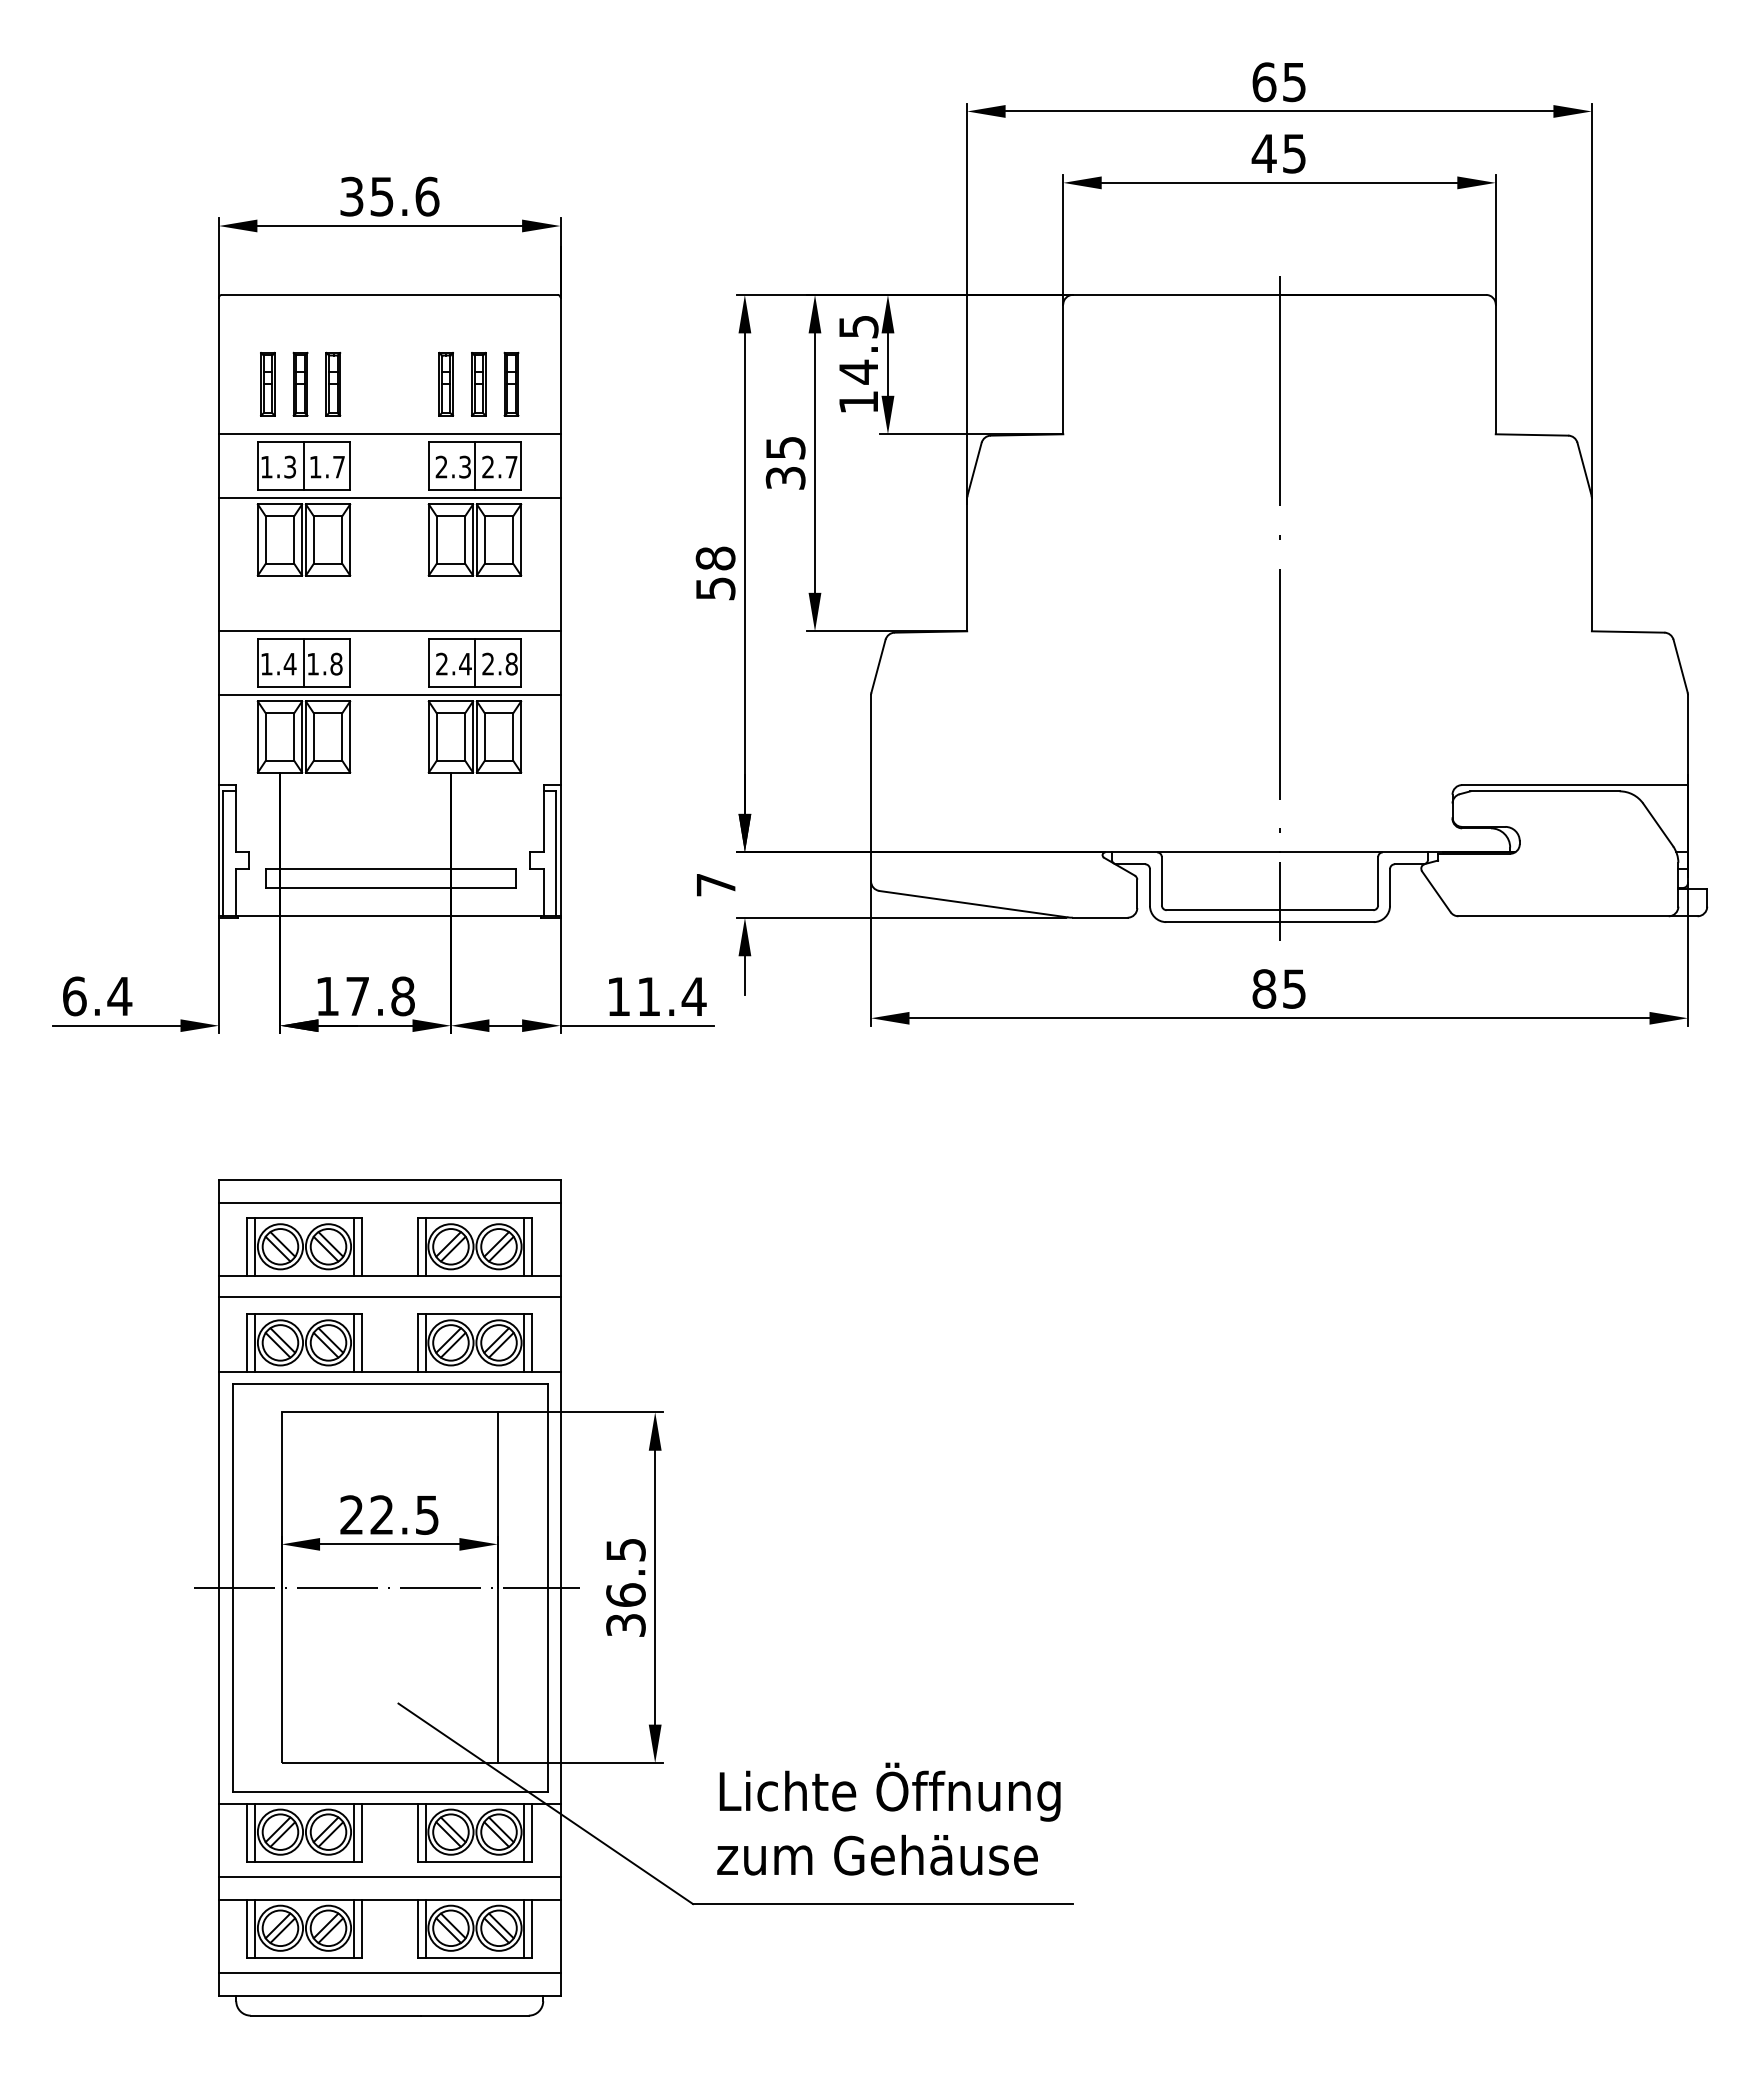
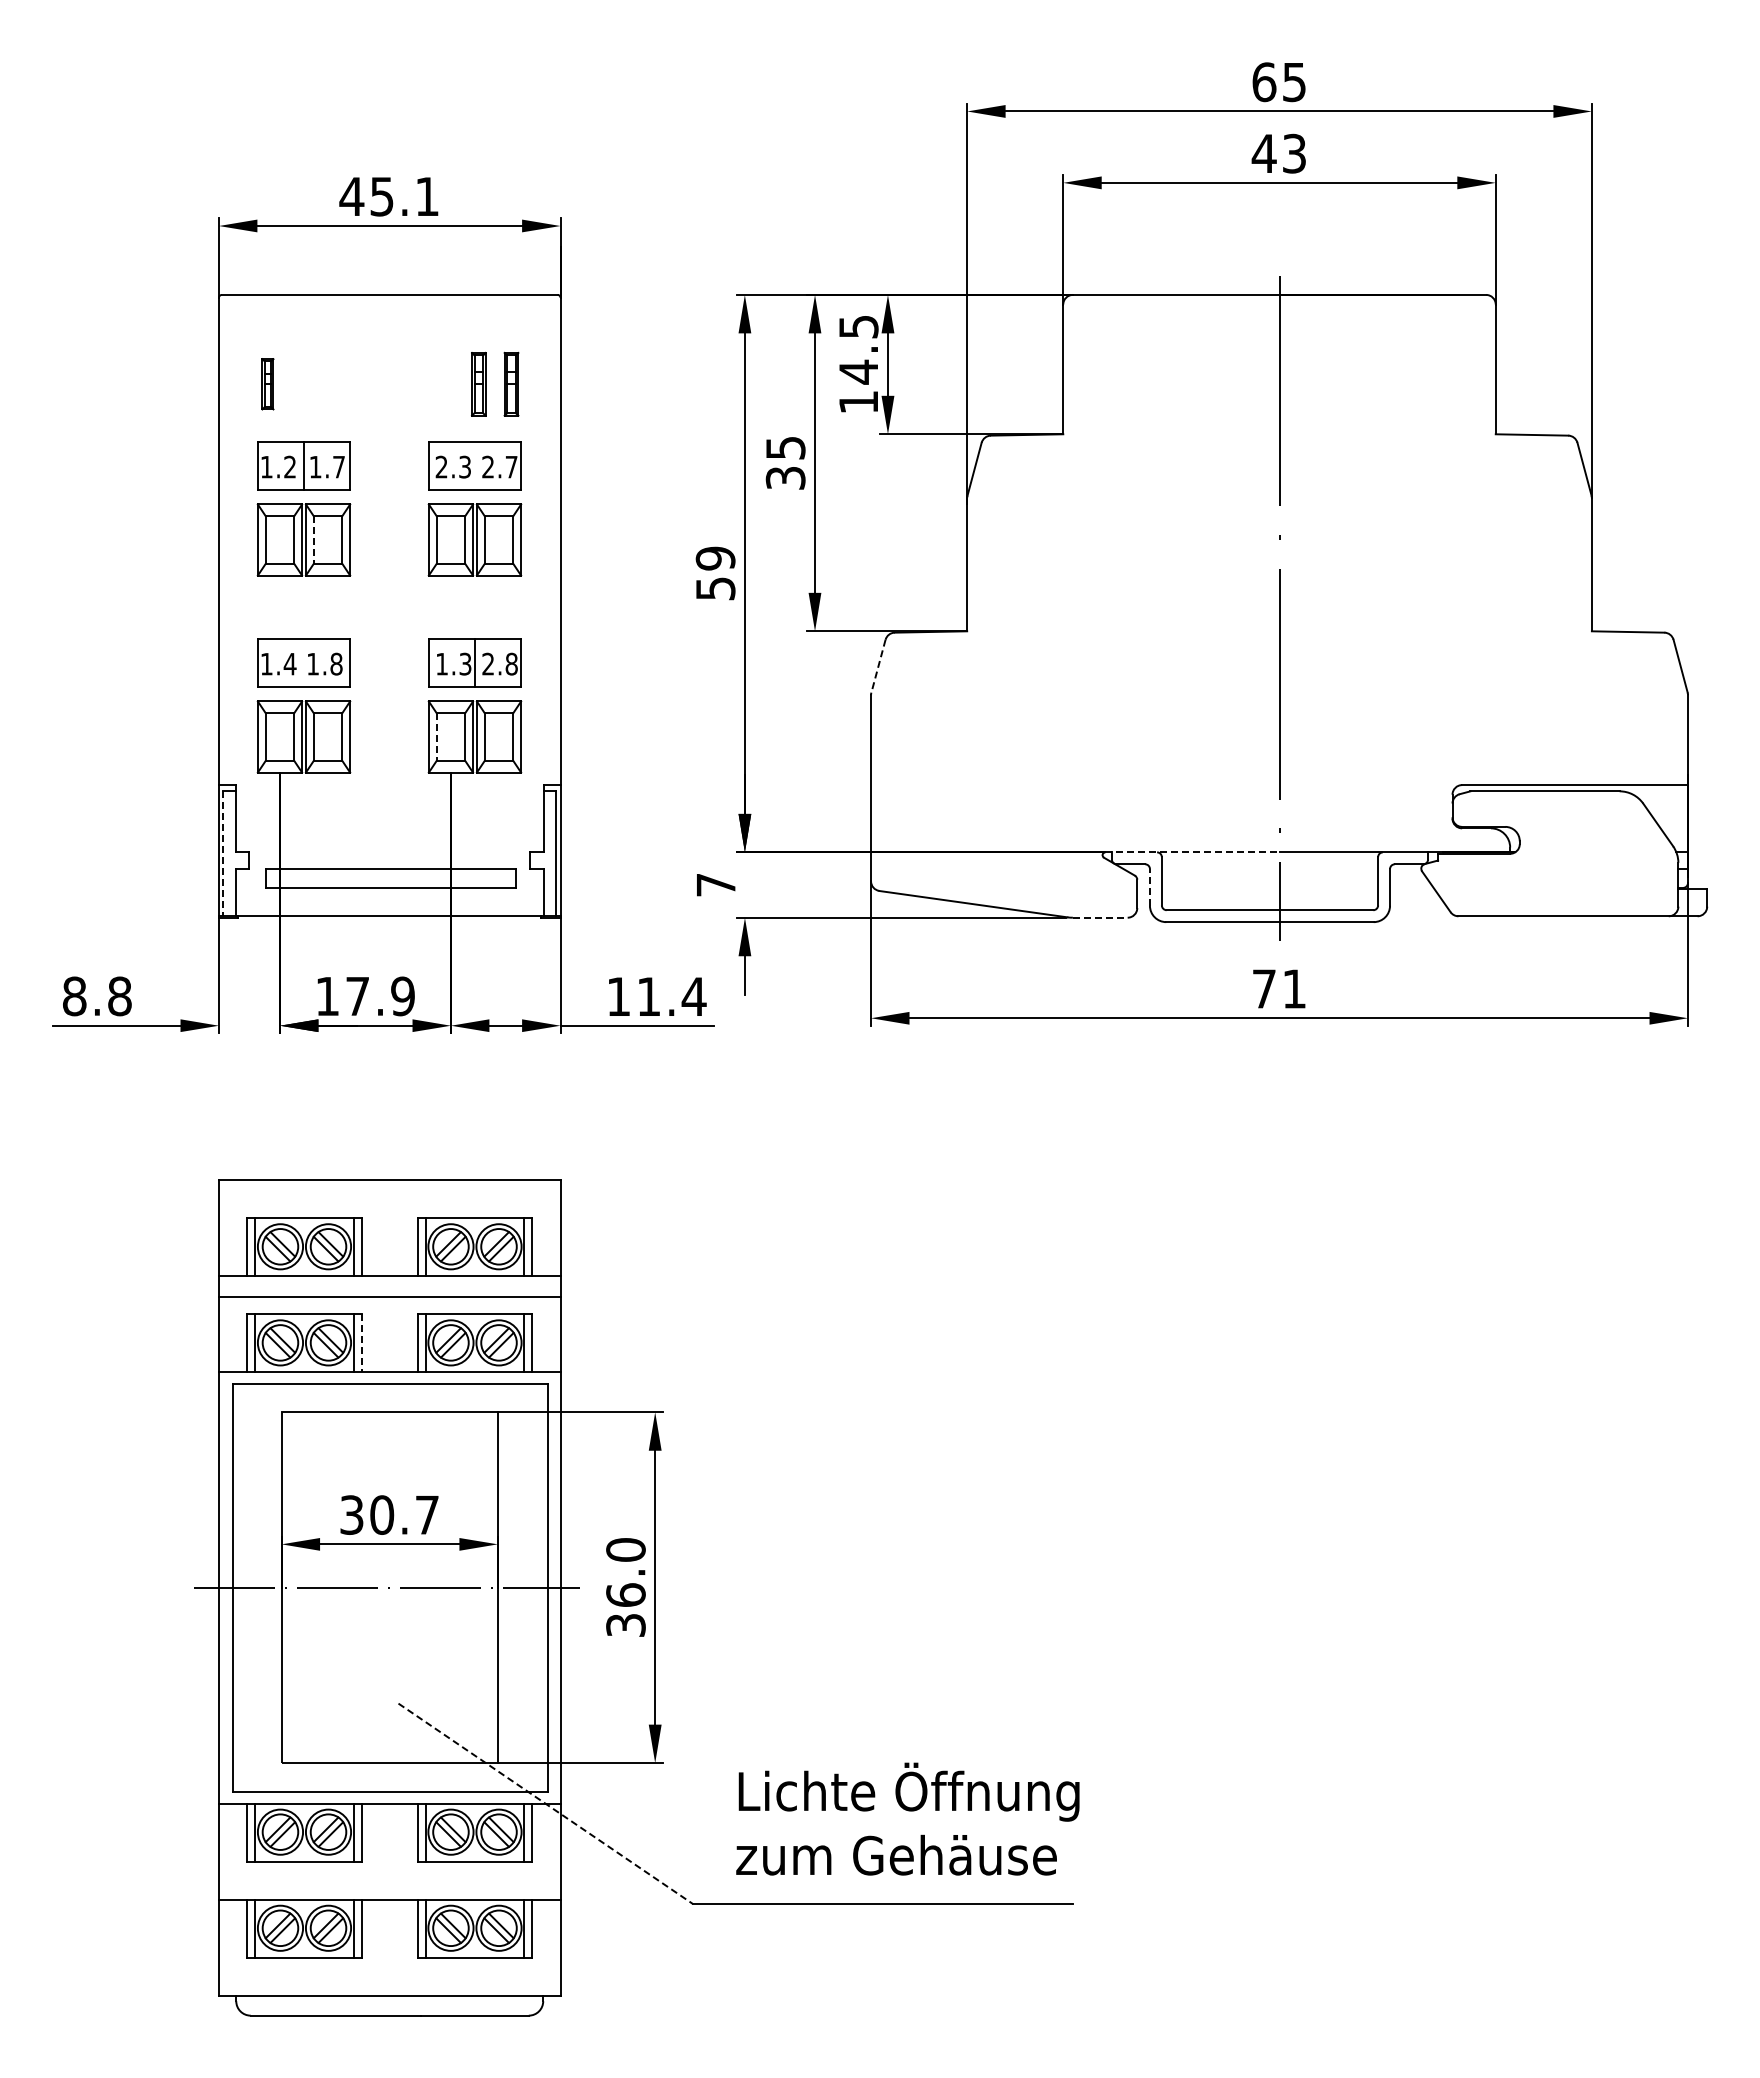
text at (1294, 153): 45 -> 43
text at (389, 196): 35.6 -> 45.1
part at (267, 383) size: 16x66 px -> 14x53 px
part at (300, 383): present -> none
part at (333, 383): present -> none
part at (446, 383): present -> none
line at (389, 434): present -> none
line at (475, 466): present -> none
text at (289, 467): 1.3 -> 1.2
line at (389, 498): present -> none
line at (313, 540): solid -> dashed
text at (715, 558): 58 -> 59
line at (389, 631): present -> none
line at (304, 663): present -> none
text at (453, 663): 2.4 -> 1.3
line at (878, 666): solid -> dashed
line at (389, 695): present -> none
line at (436, 737): solid -> dashed
line at (1192, 852): solid -> dashed
line at (223, 854): solid -> dashed
line at (1149, 886): solid -> dashed
line at (1100, 917): solid -> dashed
text at (1278, 988): 85 -> 71
text at (97, 996): 6.4 -> 8.8
text at (402, 996): 17.8 -> 17.9
line at (389, 1203): present -> none
line at (361, 1342): solid -> dashed
text at (389, 1514): 22.5 -> 30.7
text at (625, 1549): 36.5 -> 36.0
line at (546, 1804): solid -> dashed
text at (888, 1818) position: (888, 1818) -> (907, 1818)
line at (389, 1876): present -> none
line at (389, 1972): present -> none
